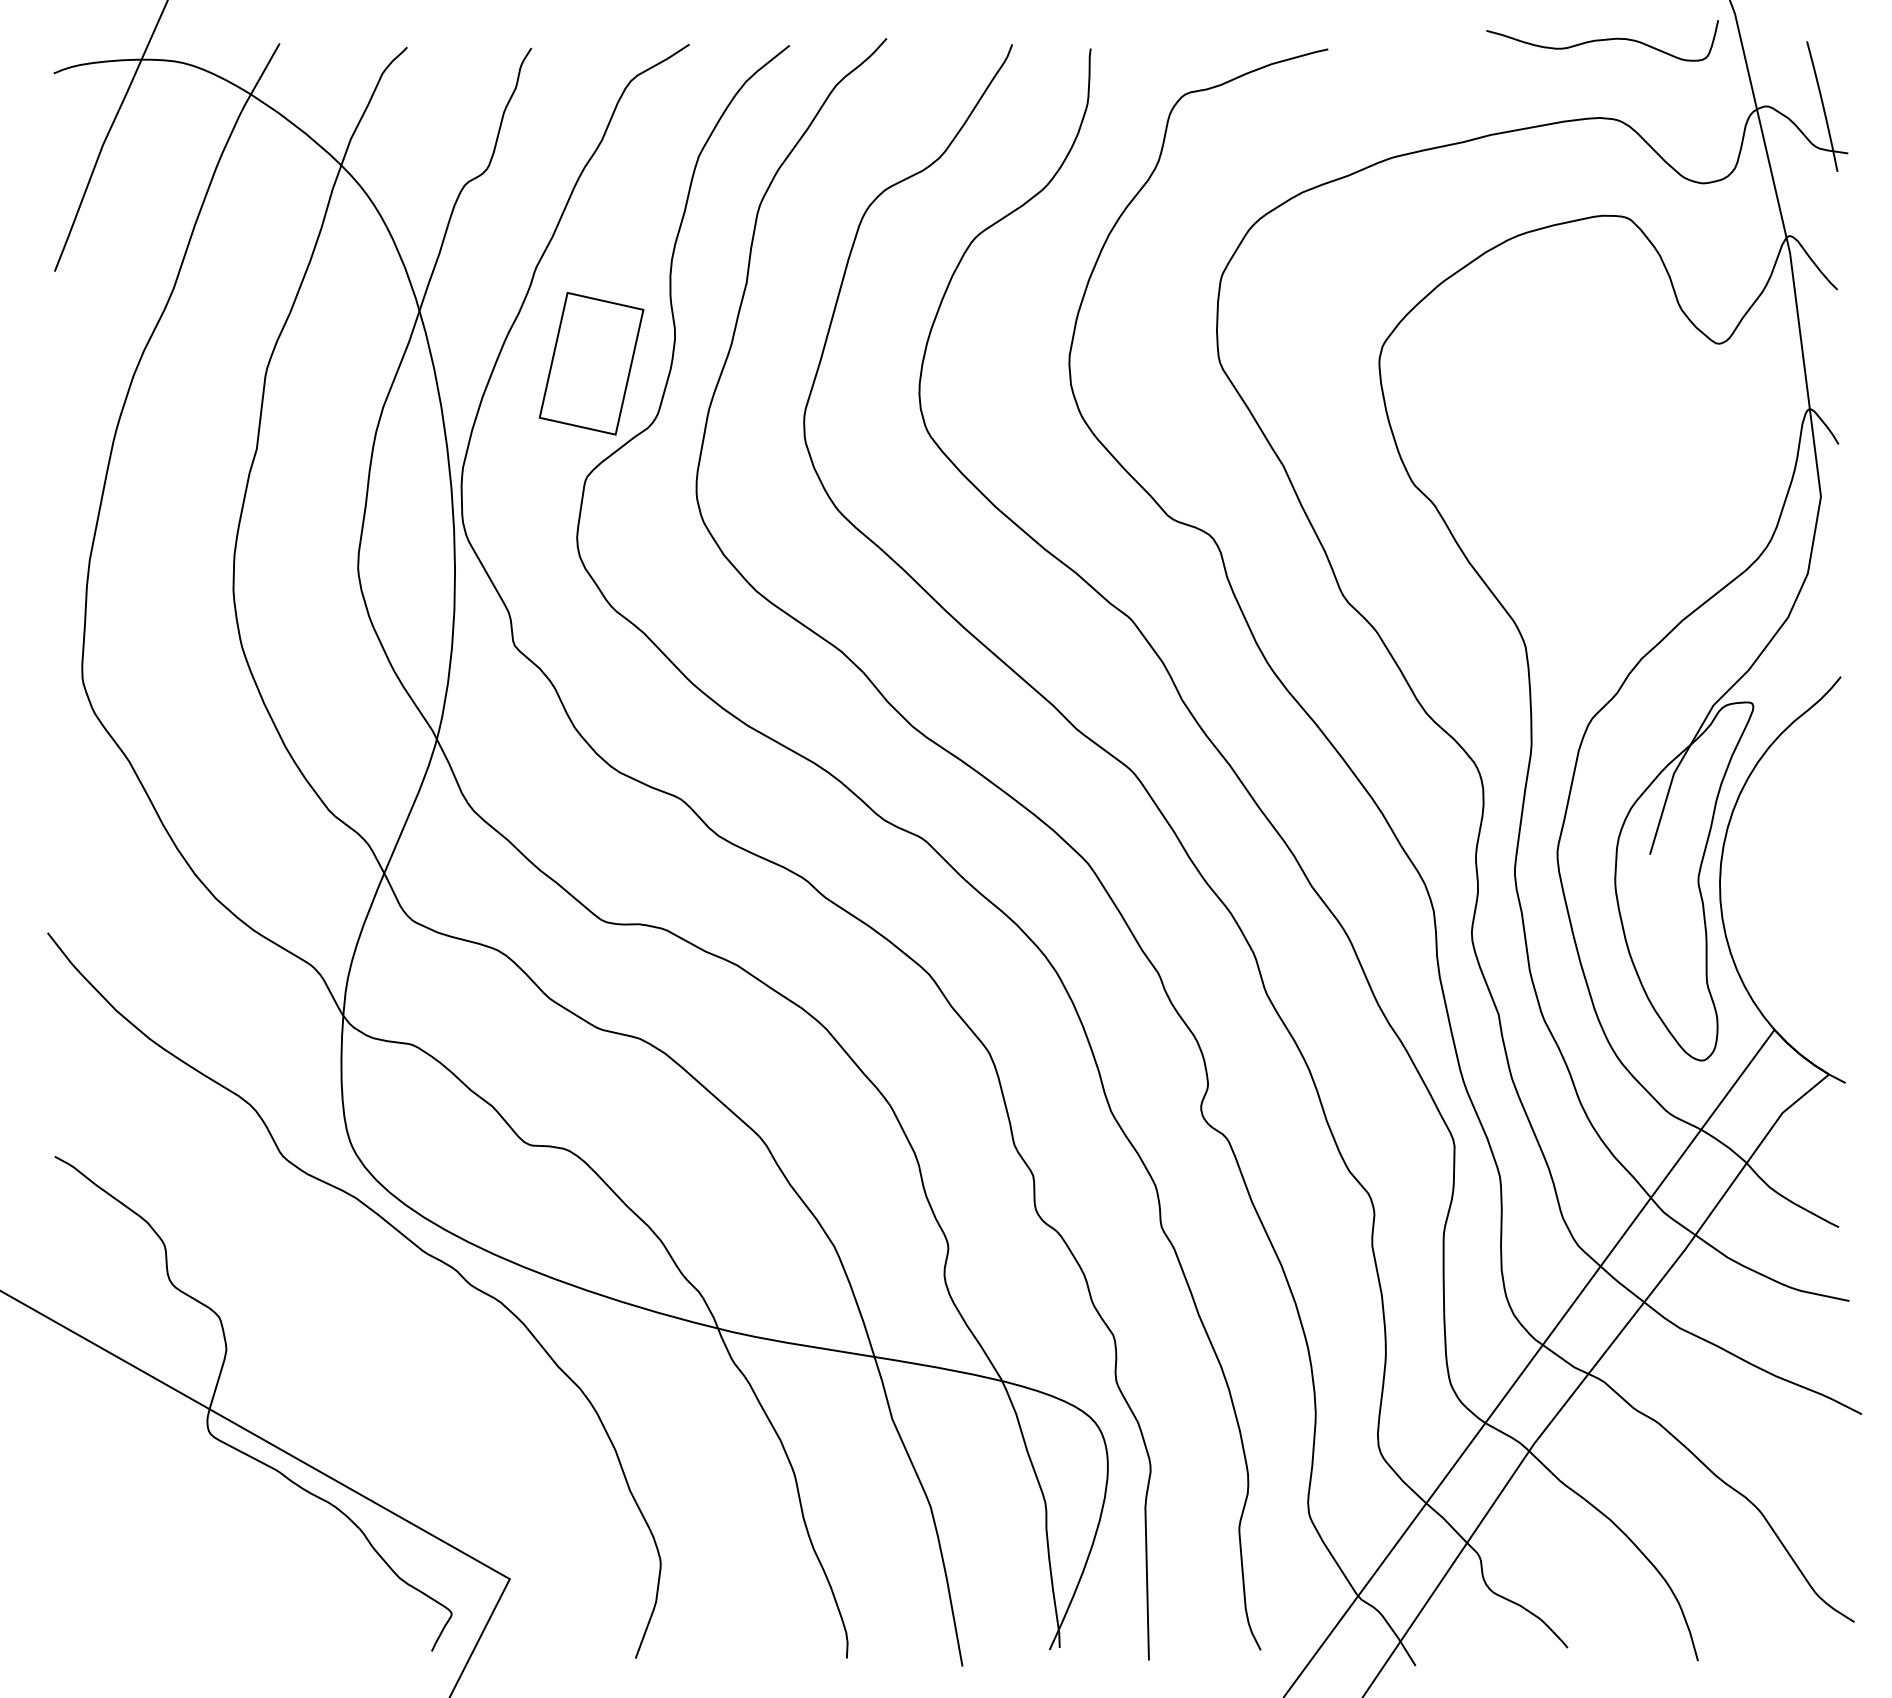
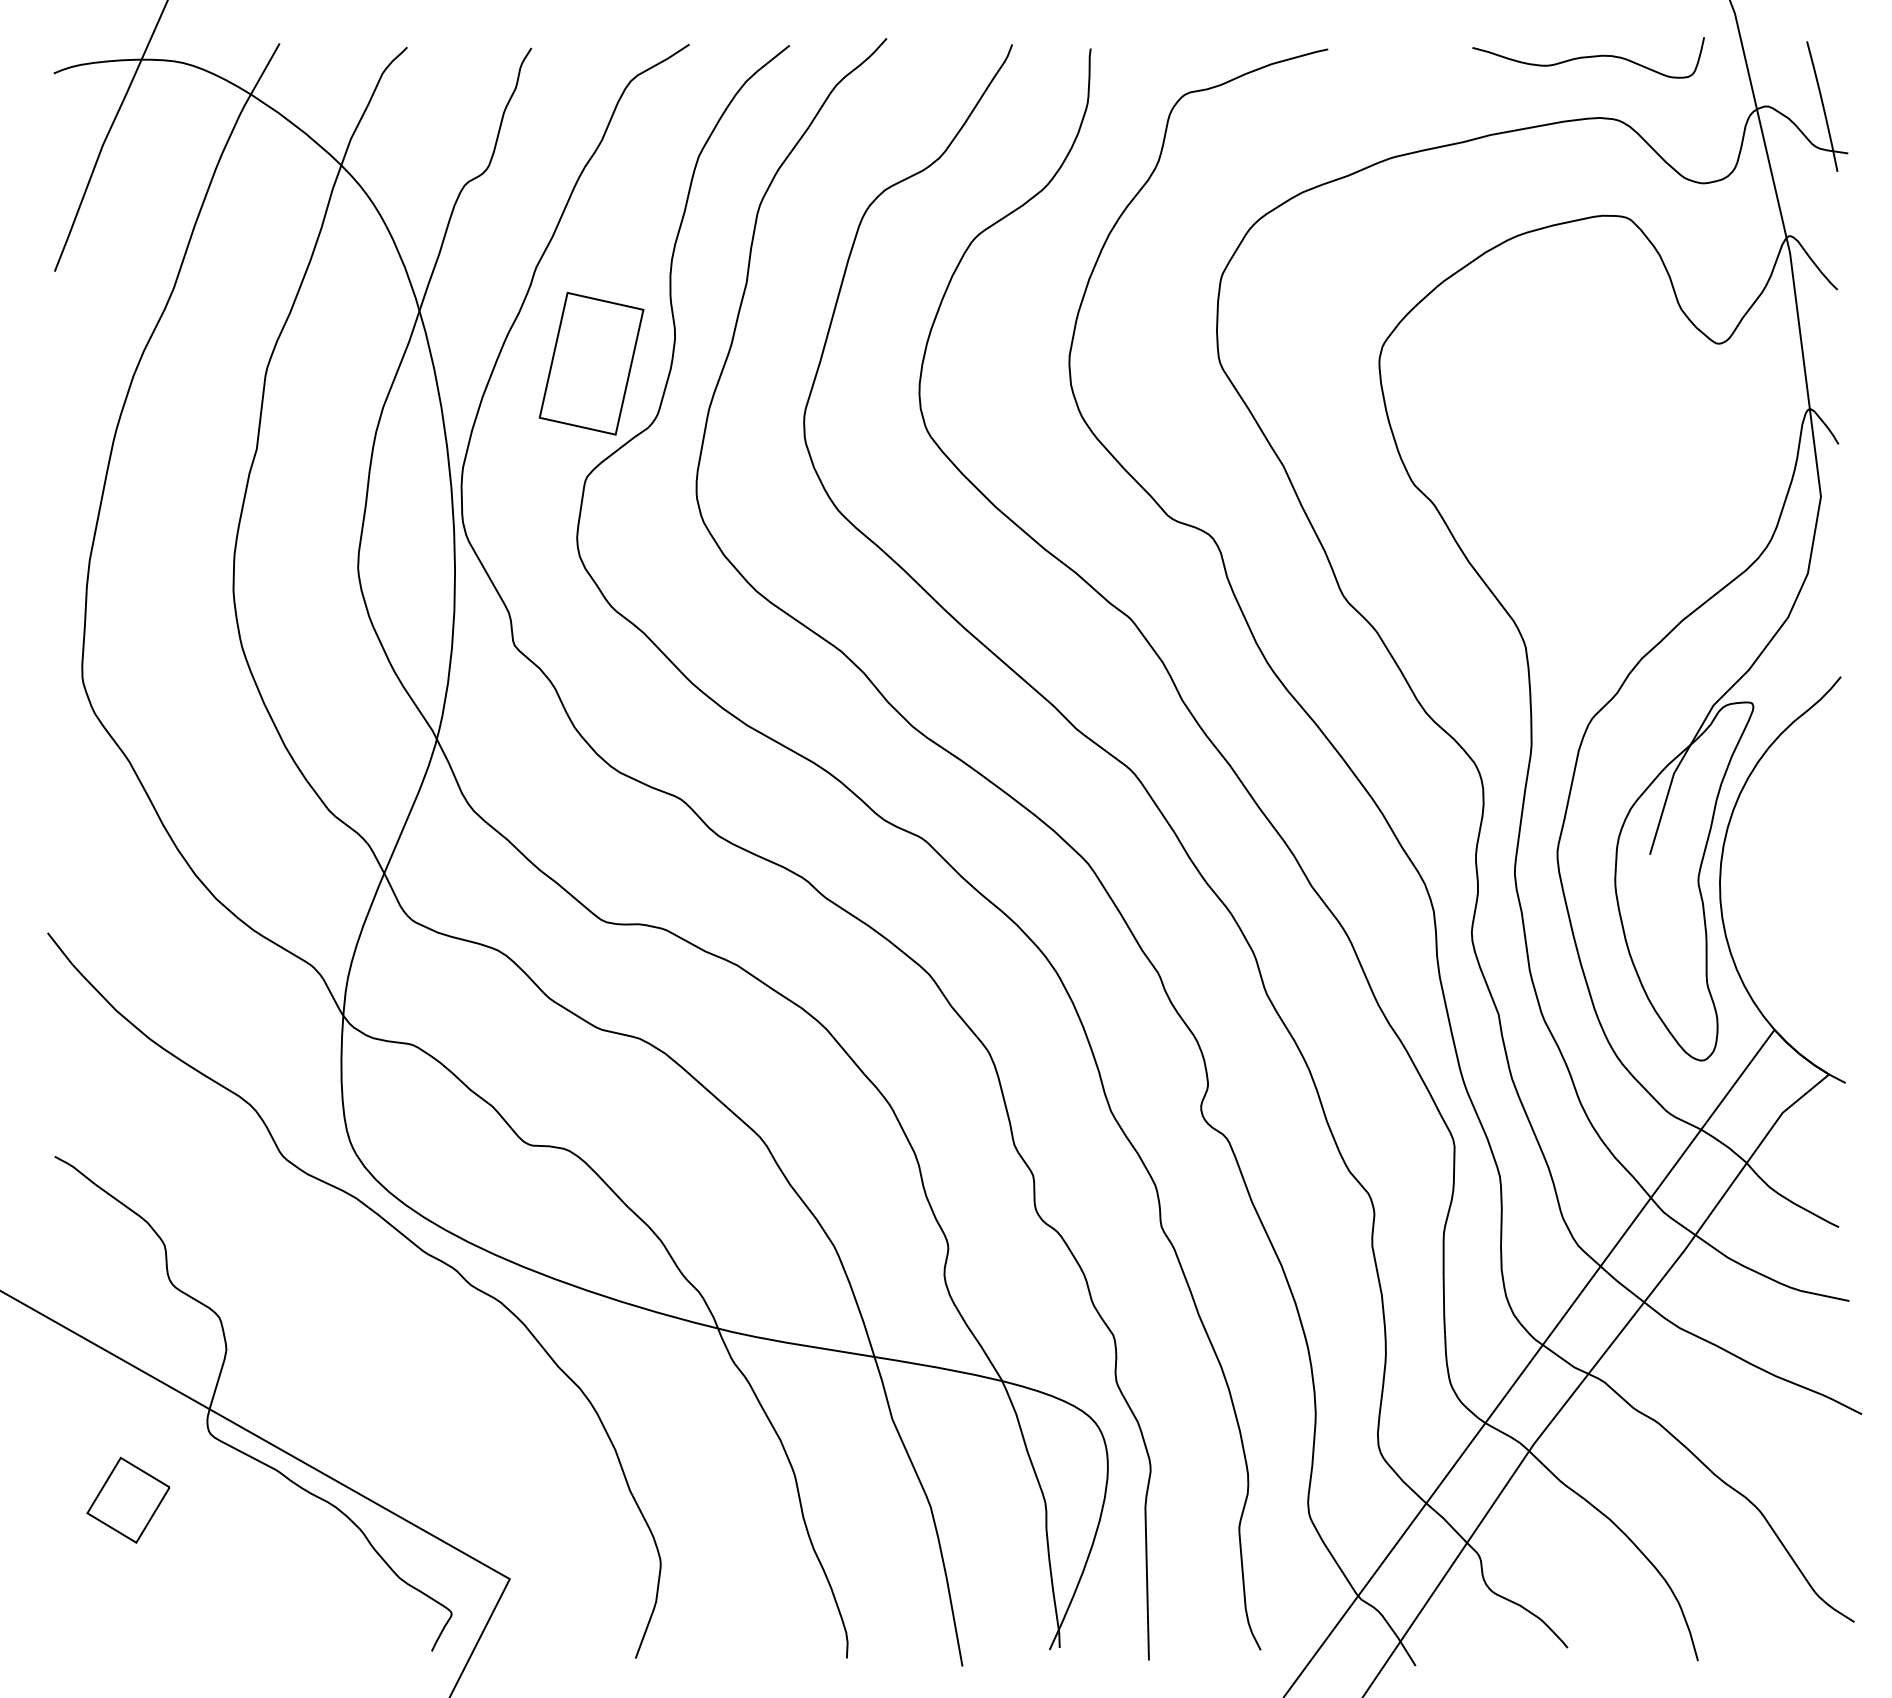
curve at (1602, 40) position: (1602, 40) -> (1588, 57)
part at (128, 1499): none -> present
